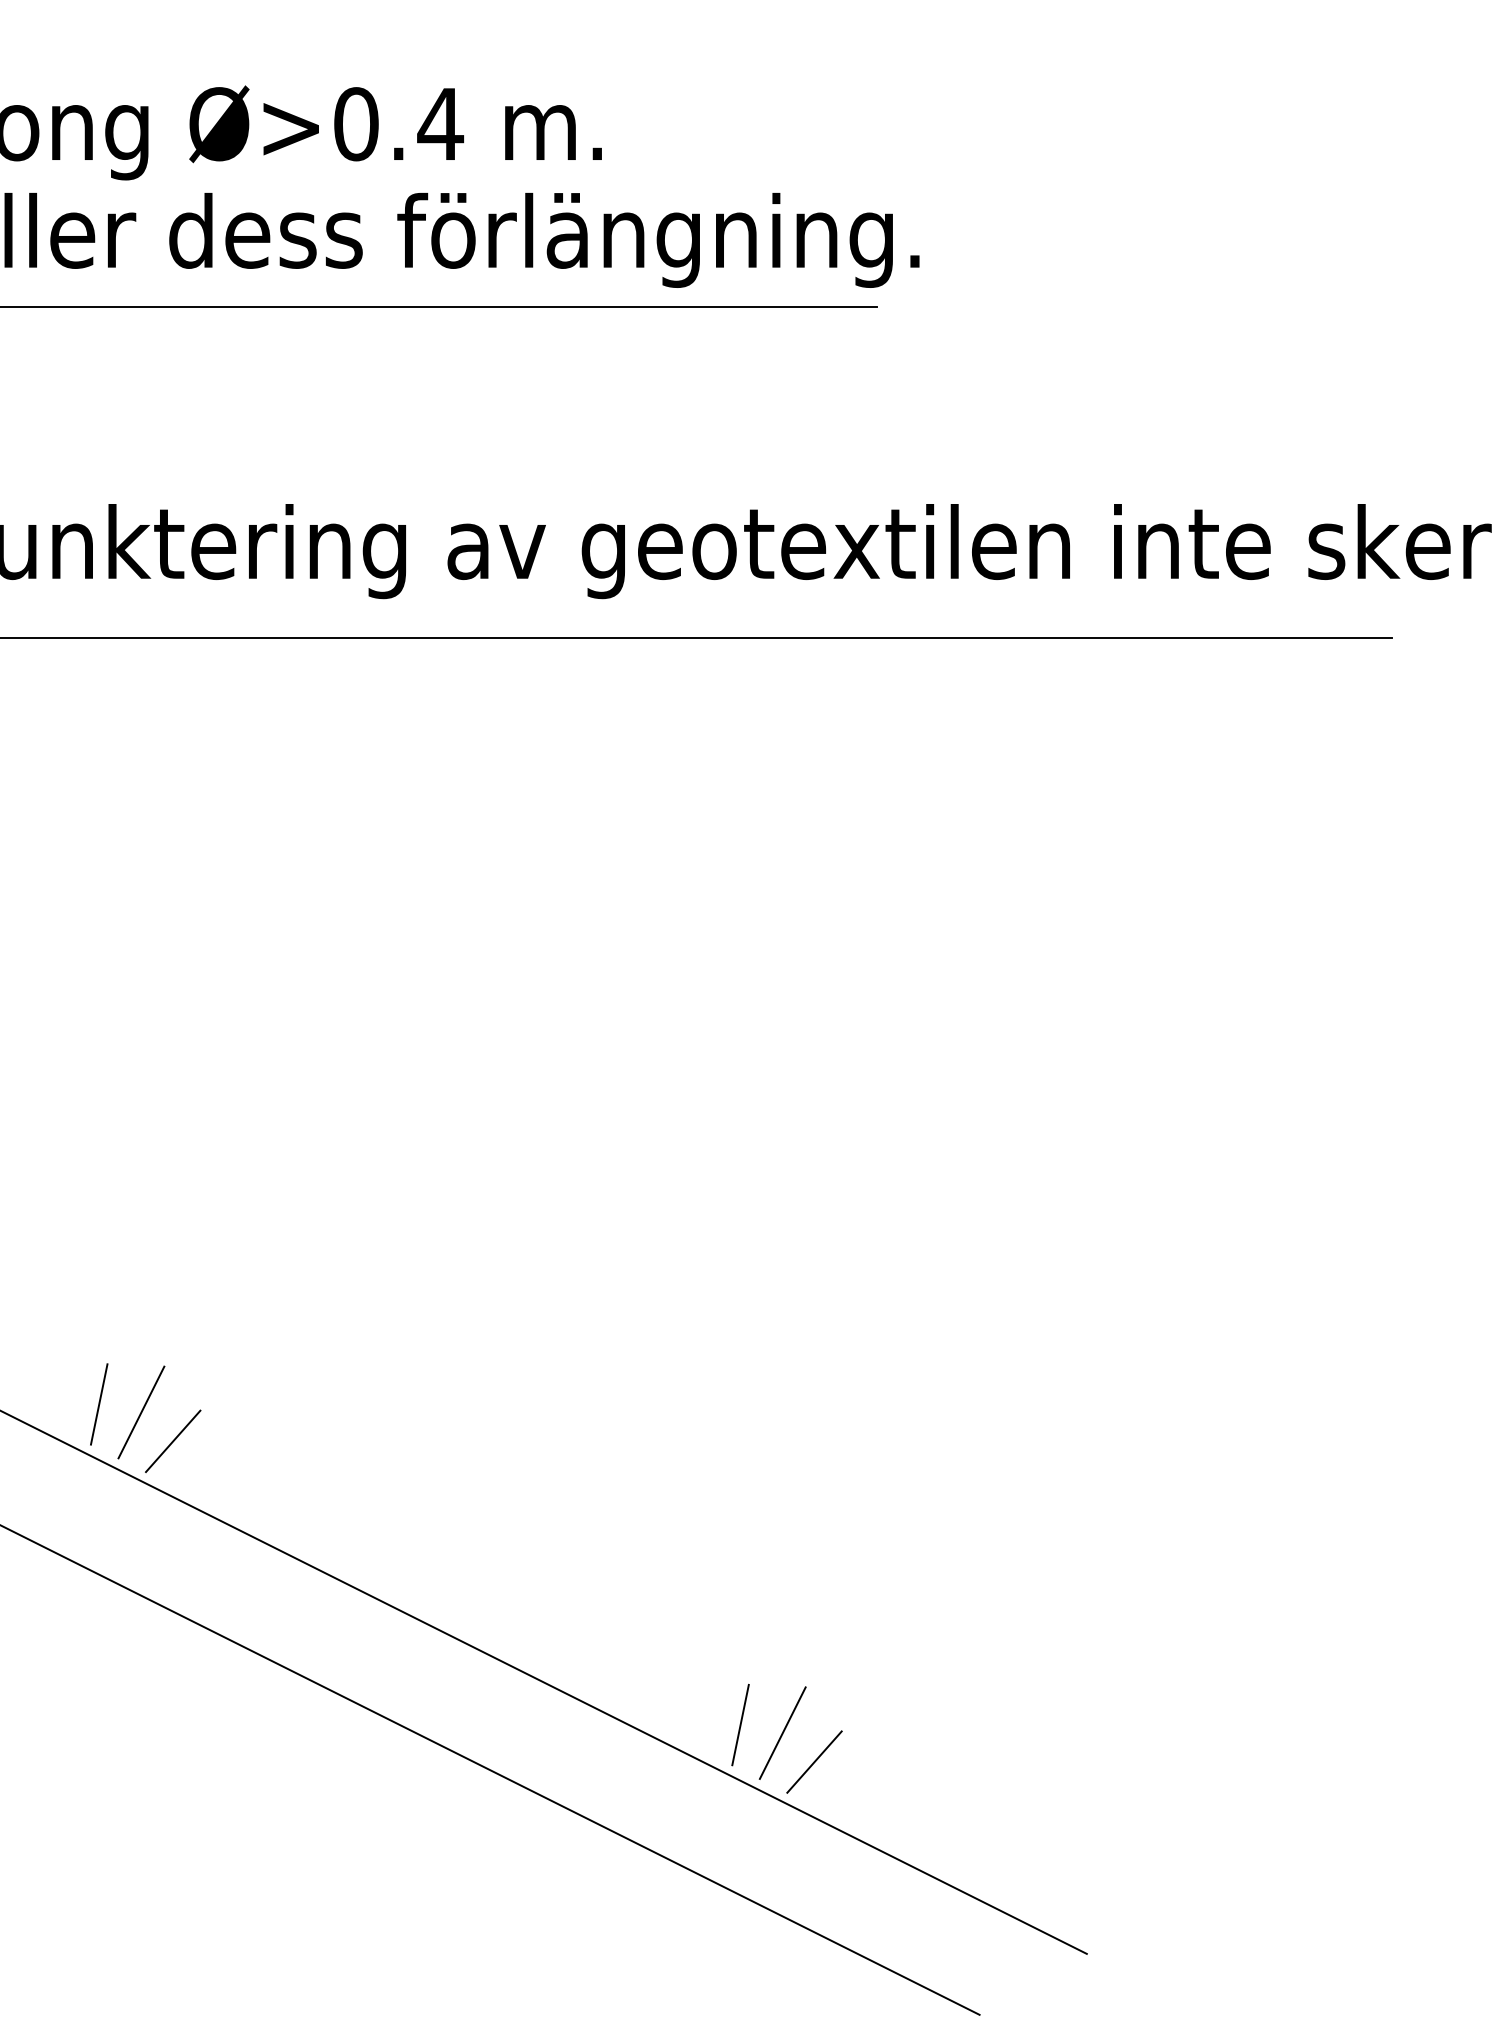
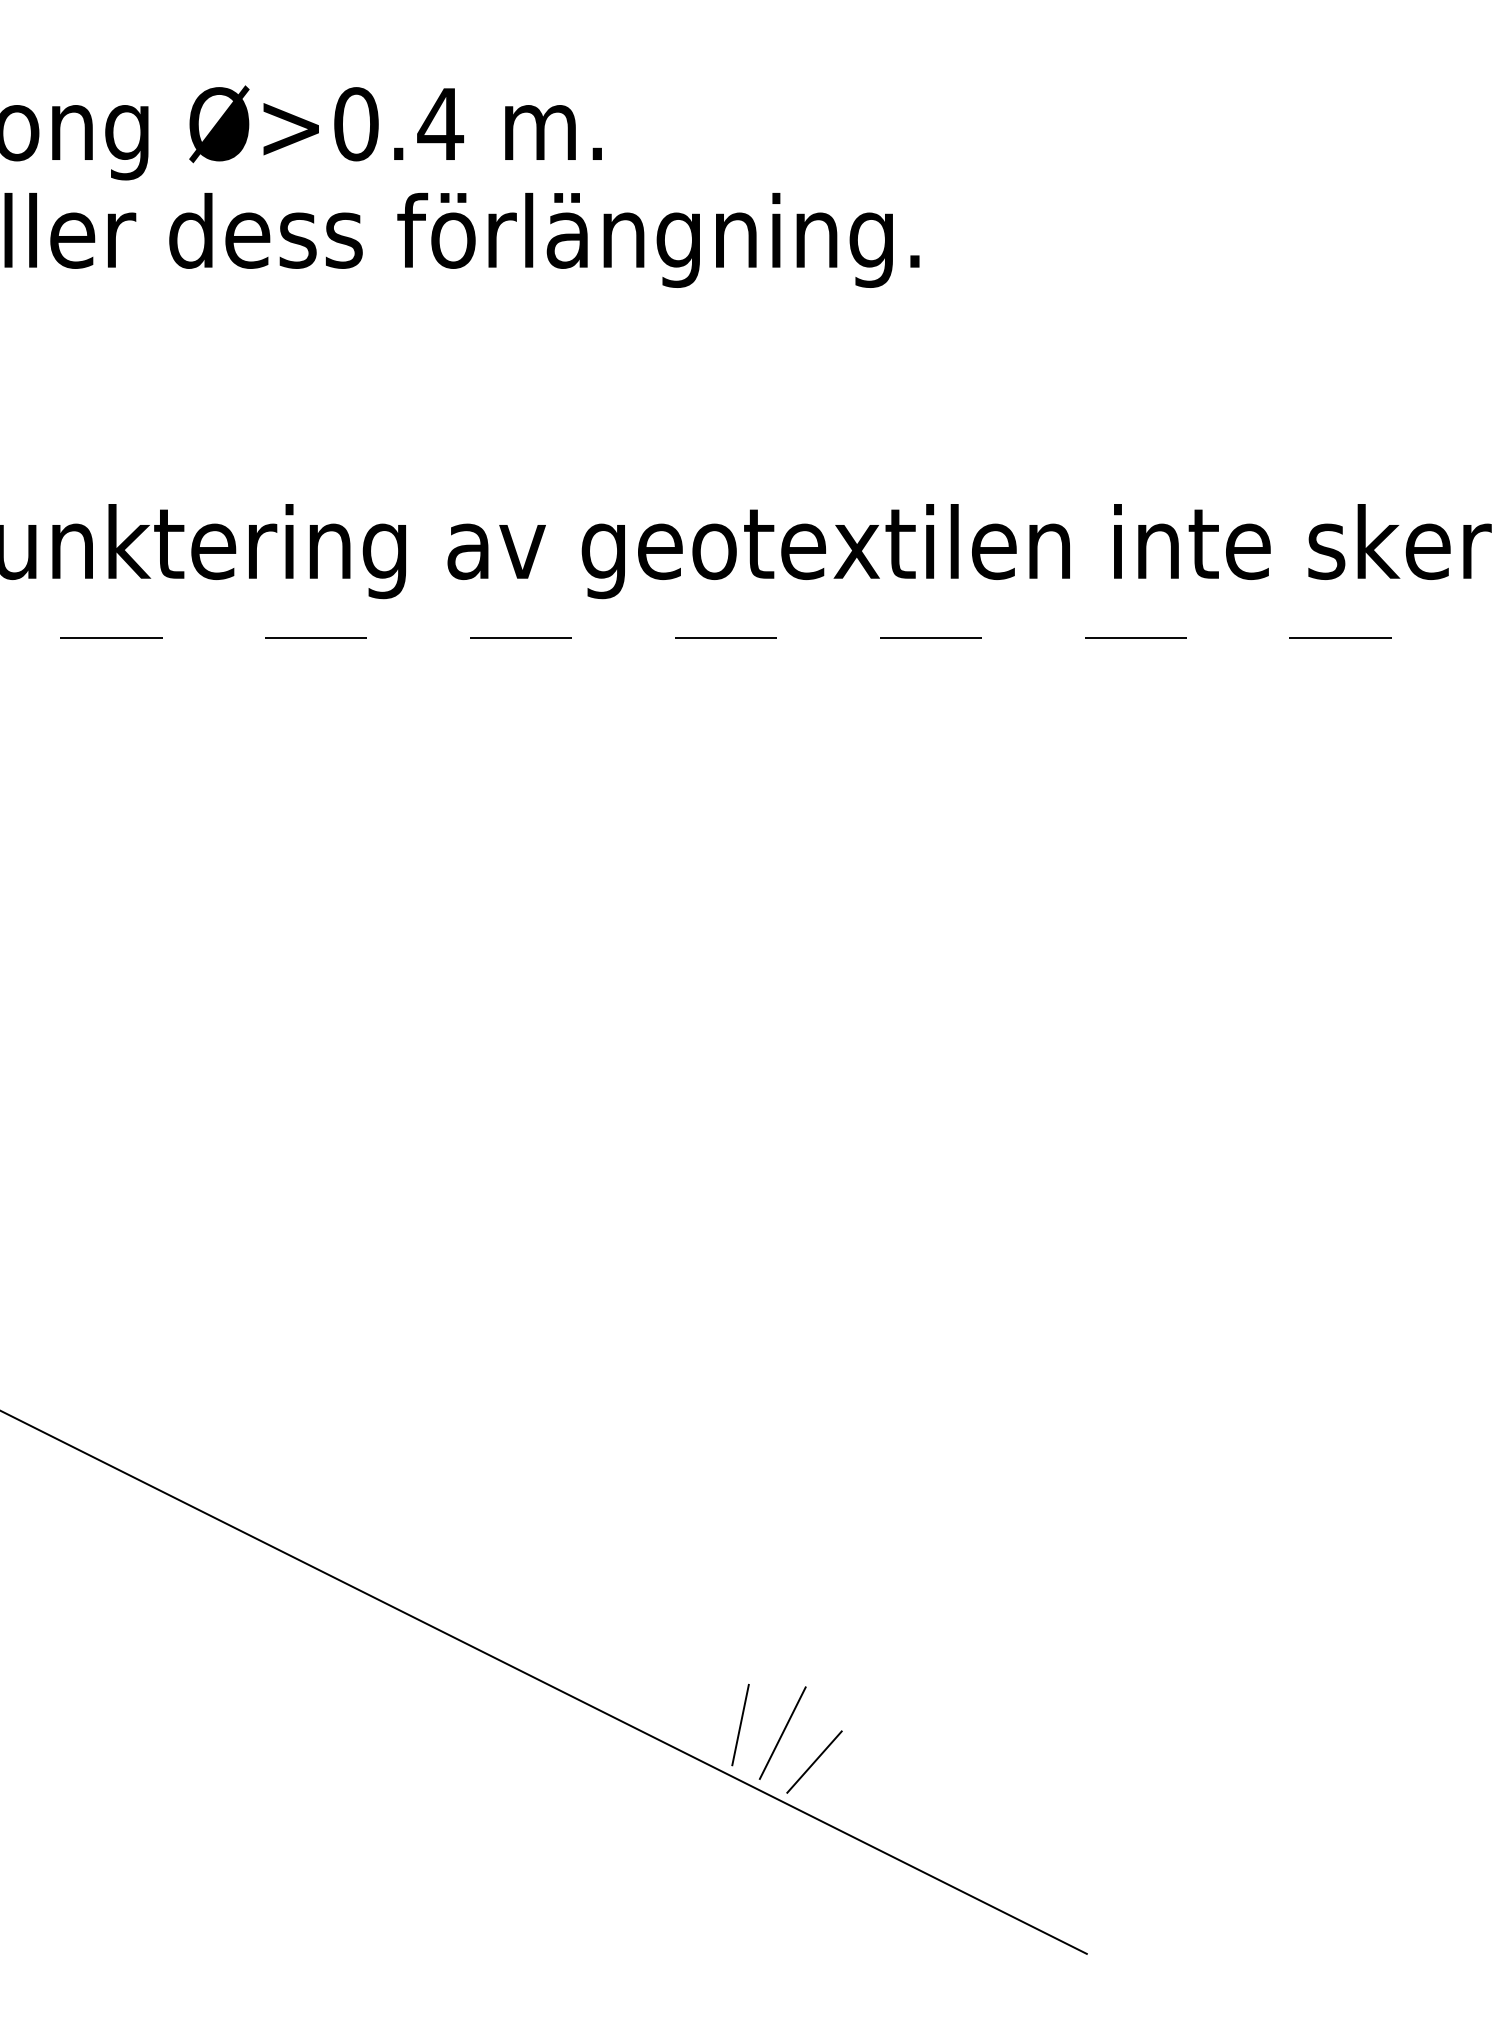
line at (439, 306): present -> none
line at (696, 638): solid -> dashed
line at (99, 1404): present -> none
line at (141, 1412): present -> none
line at (172, 1441): present -> none
line at (490, 1770): present -> none
